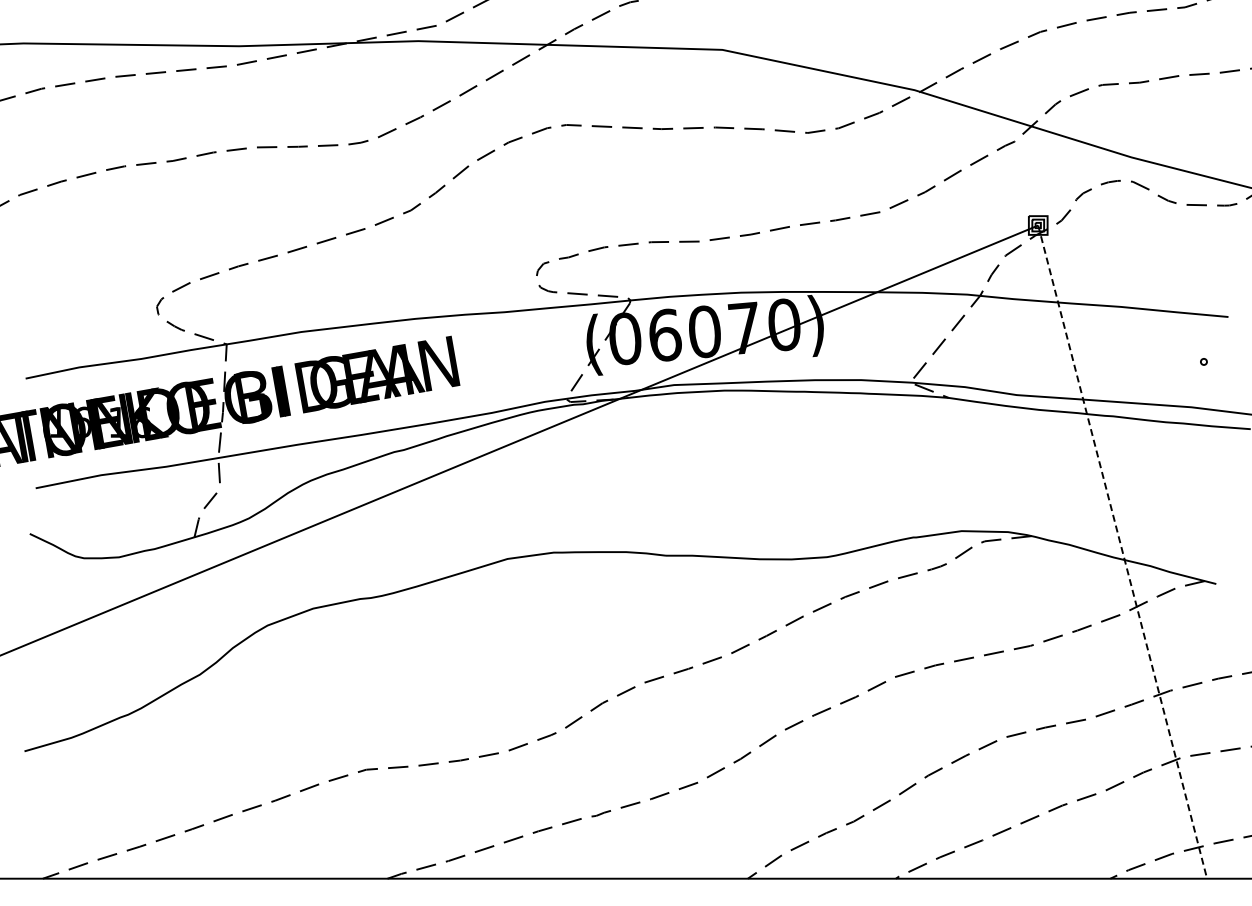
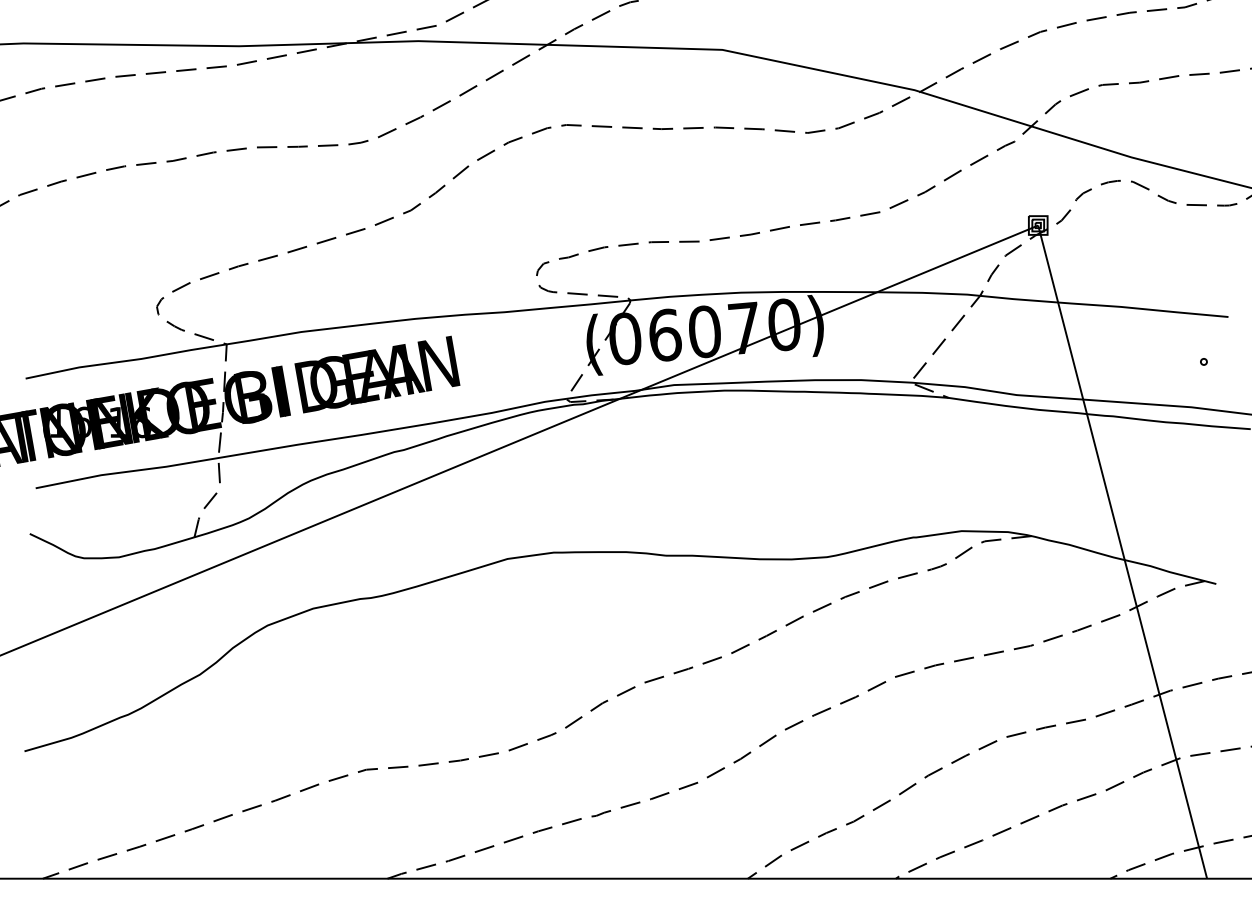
line at (1122, 552): dashed -> solid
